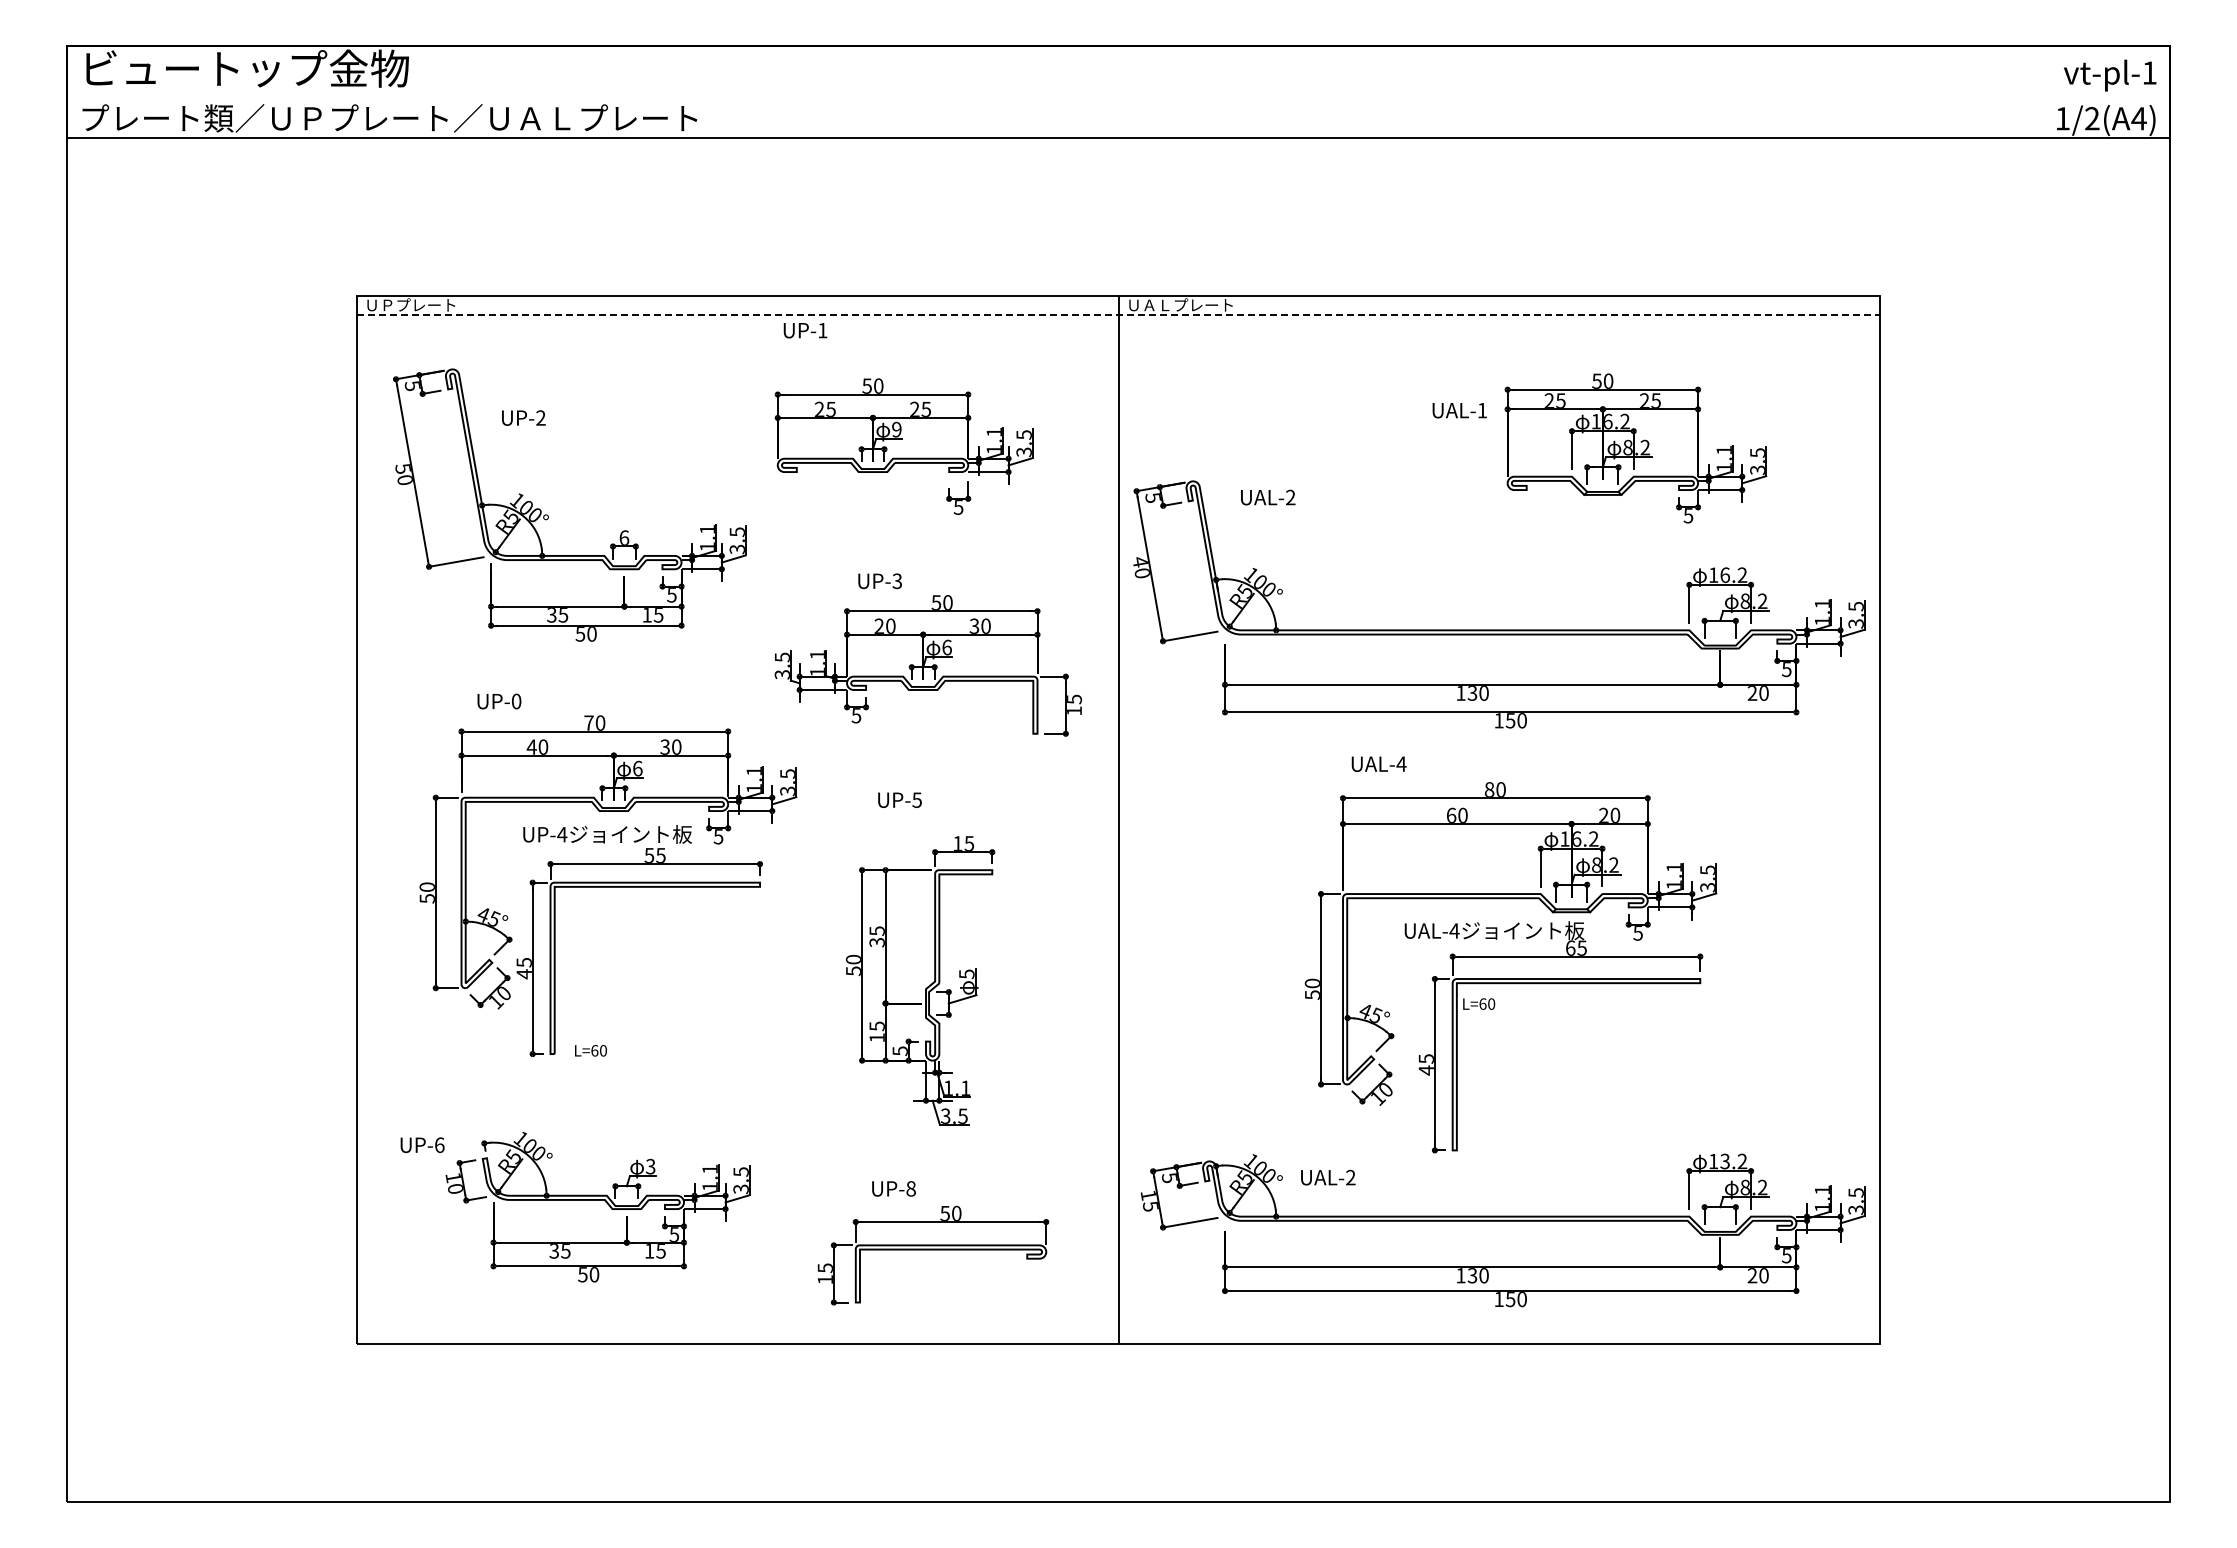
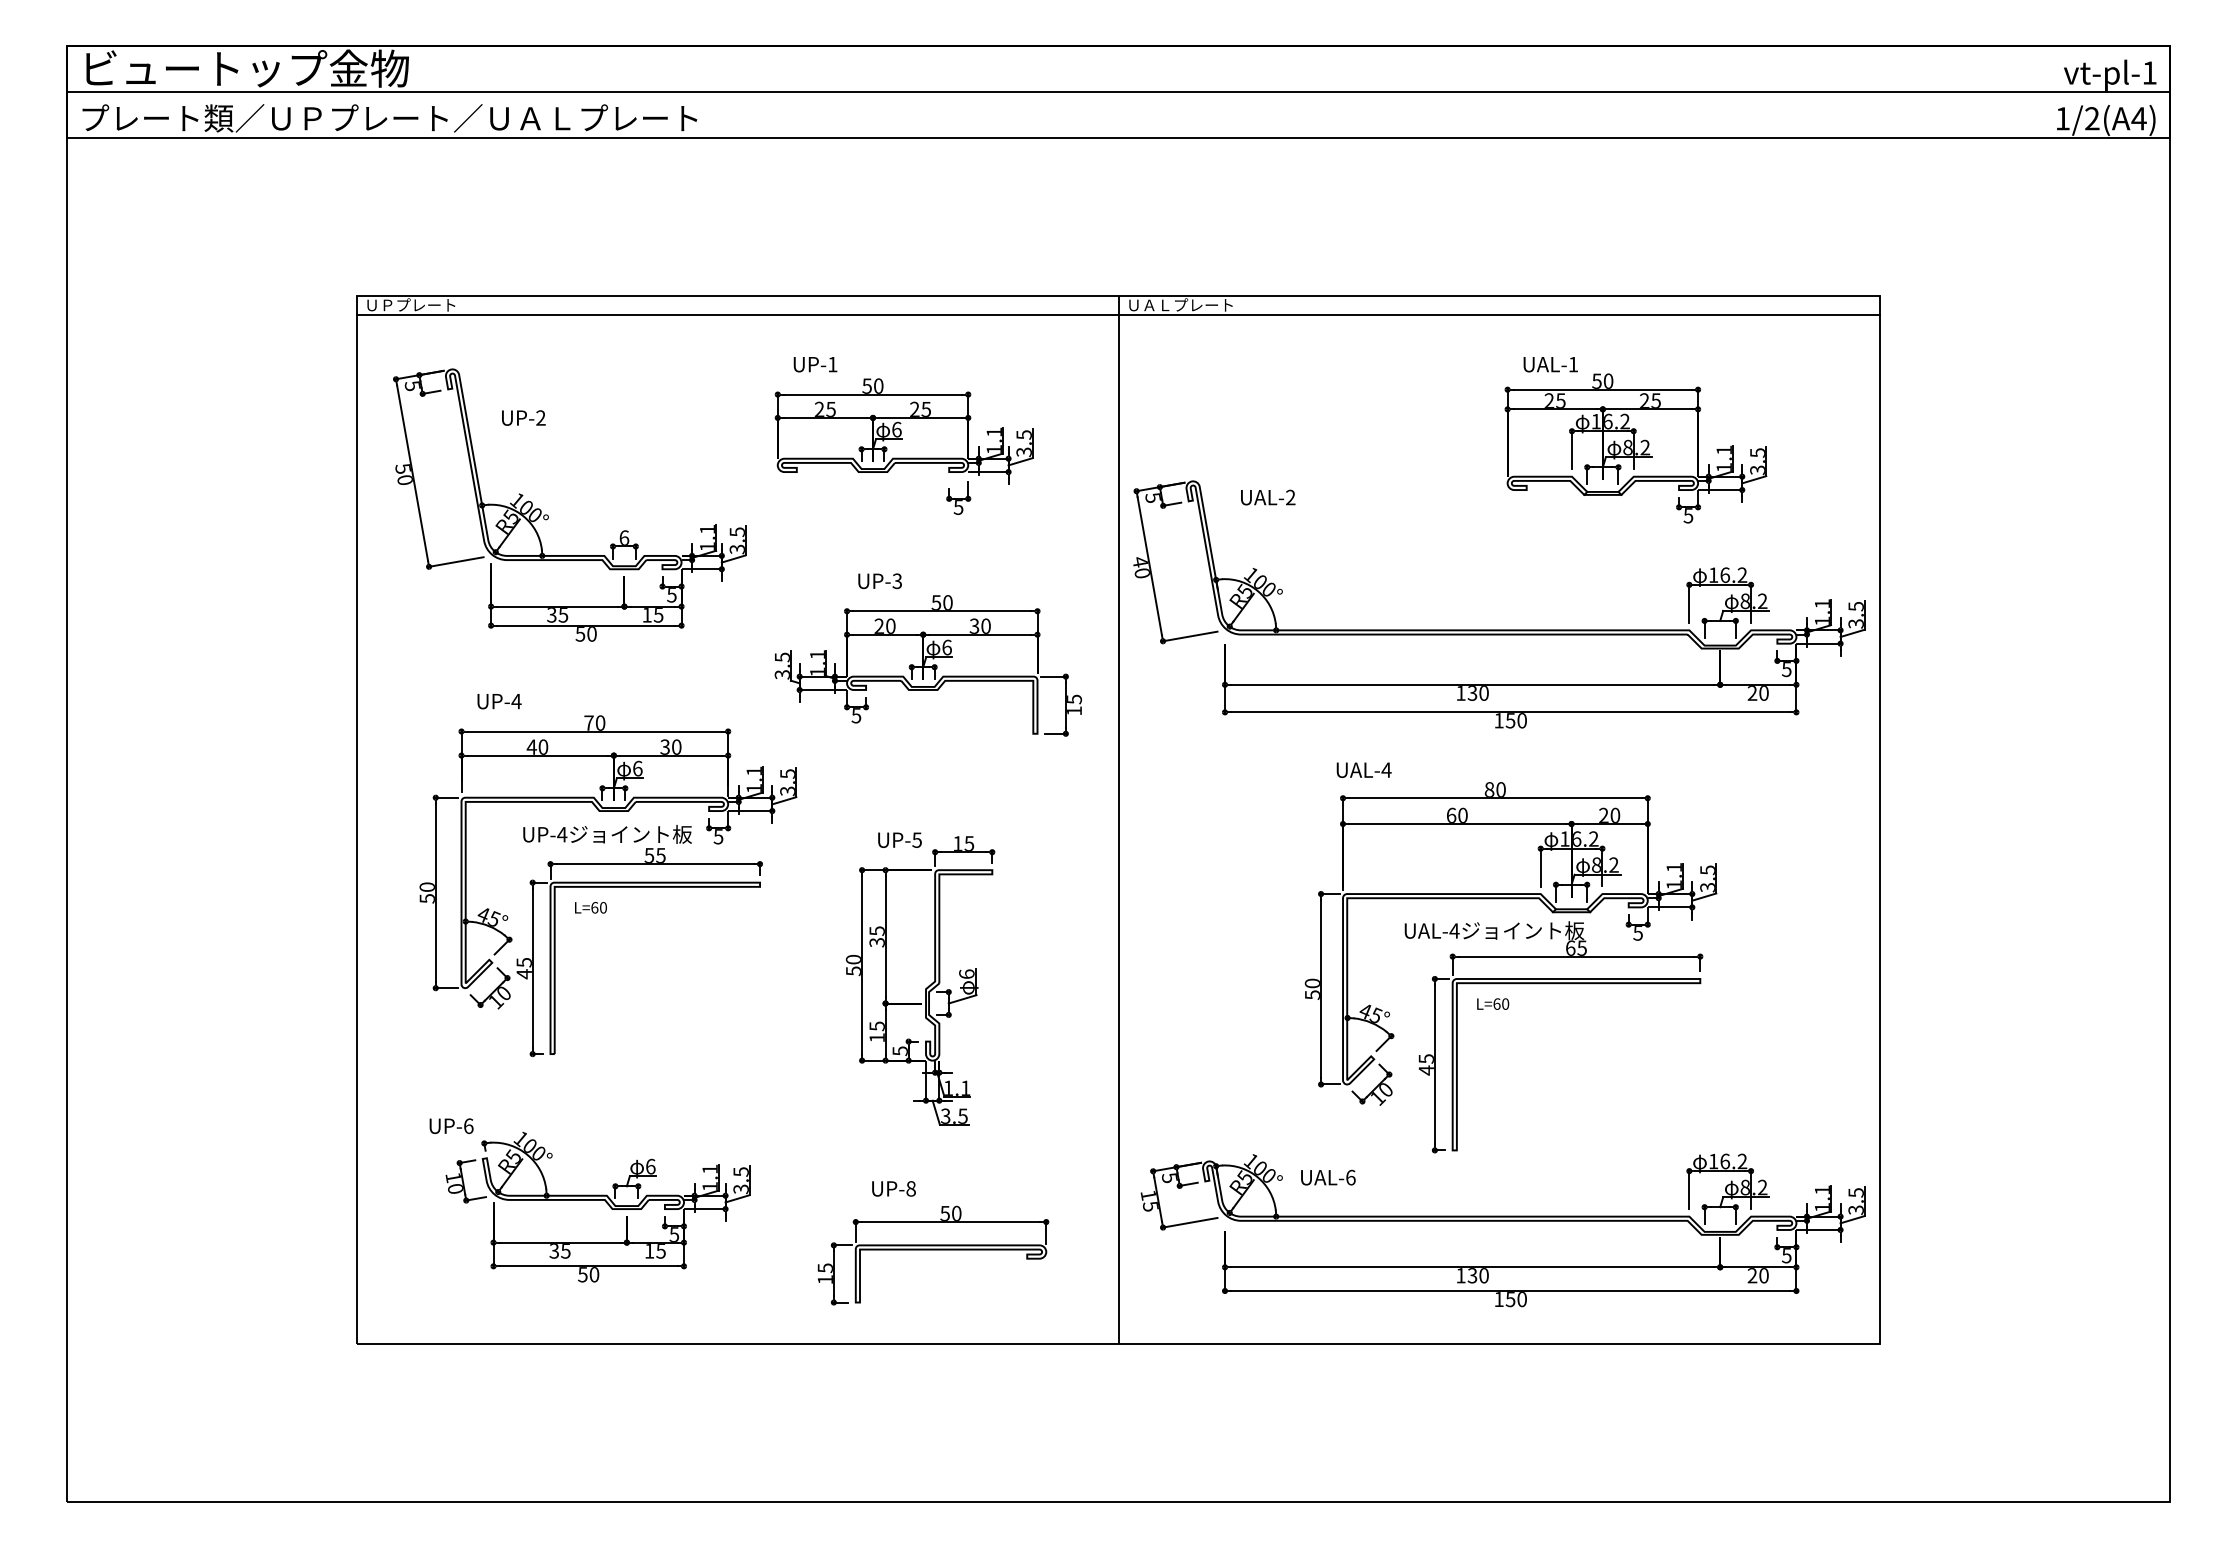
line at (1118, 92): none -> present
line at (1118, 314): dashed -> solid
text at (805, 330) position: (805, 330) -> (815, 364)
text at (1459, 410) position: (1459, 410) -> (1550, 364)
text at (896, 429): 9 -> 6
text at (516, 701): UP-0 -> UP-4
text at (1378, 763) position: (1378, 763) -> (1363, 769)
text at (899, 799) position: (899, 799) -> (899, 839)
text at (966, 974): 5 -> 6
text at (1479, 1003) position: (1479, 1003) -> (1493, 1003)
text at (590, 1050) position: (590, 1050) -> (590, 907)
text at (422, 1144) position: (422, 1144) -> (451, 1125)
text at (1725, 1161): 13.2 -> 16.2
text at (650, 1166): 3 -> 6
text at (1350, 1177): UAL-2 -> UAL-6
